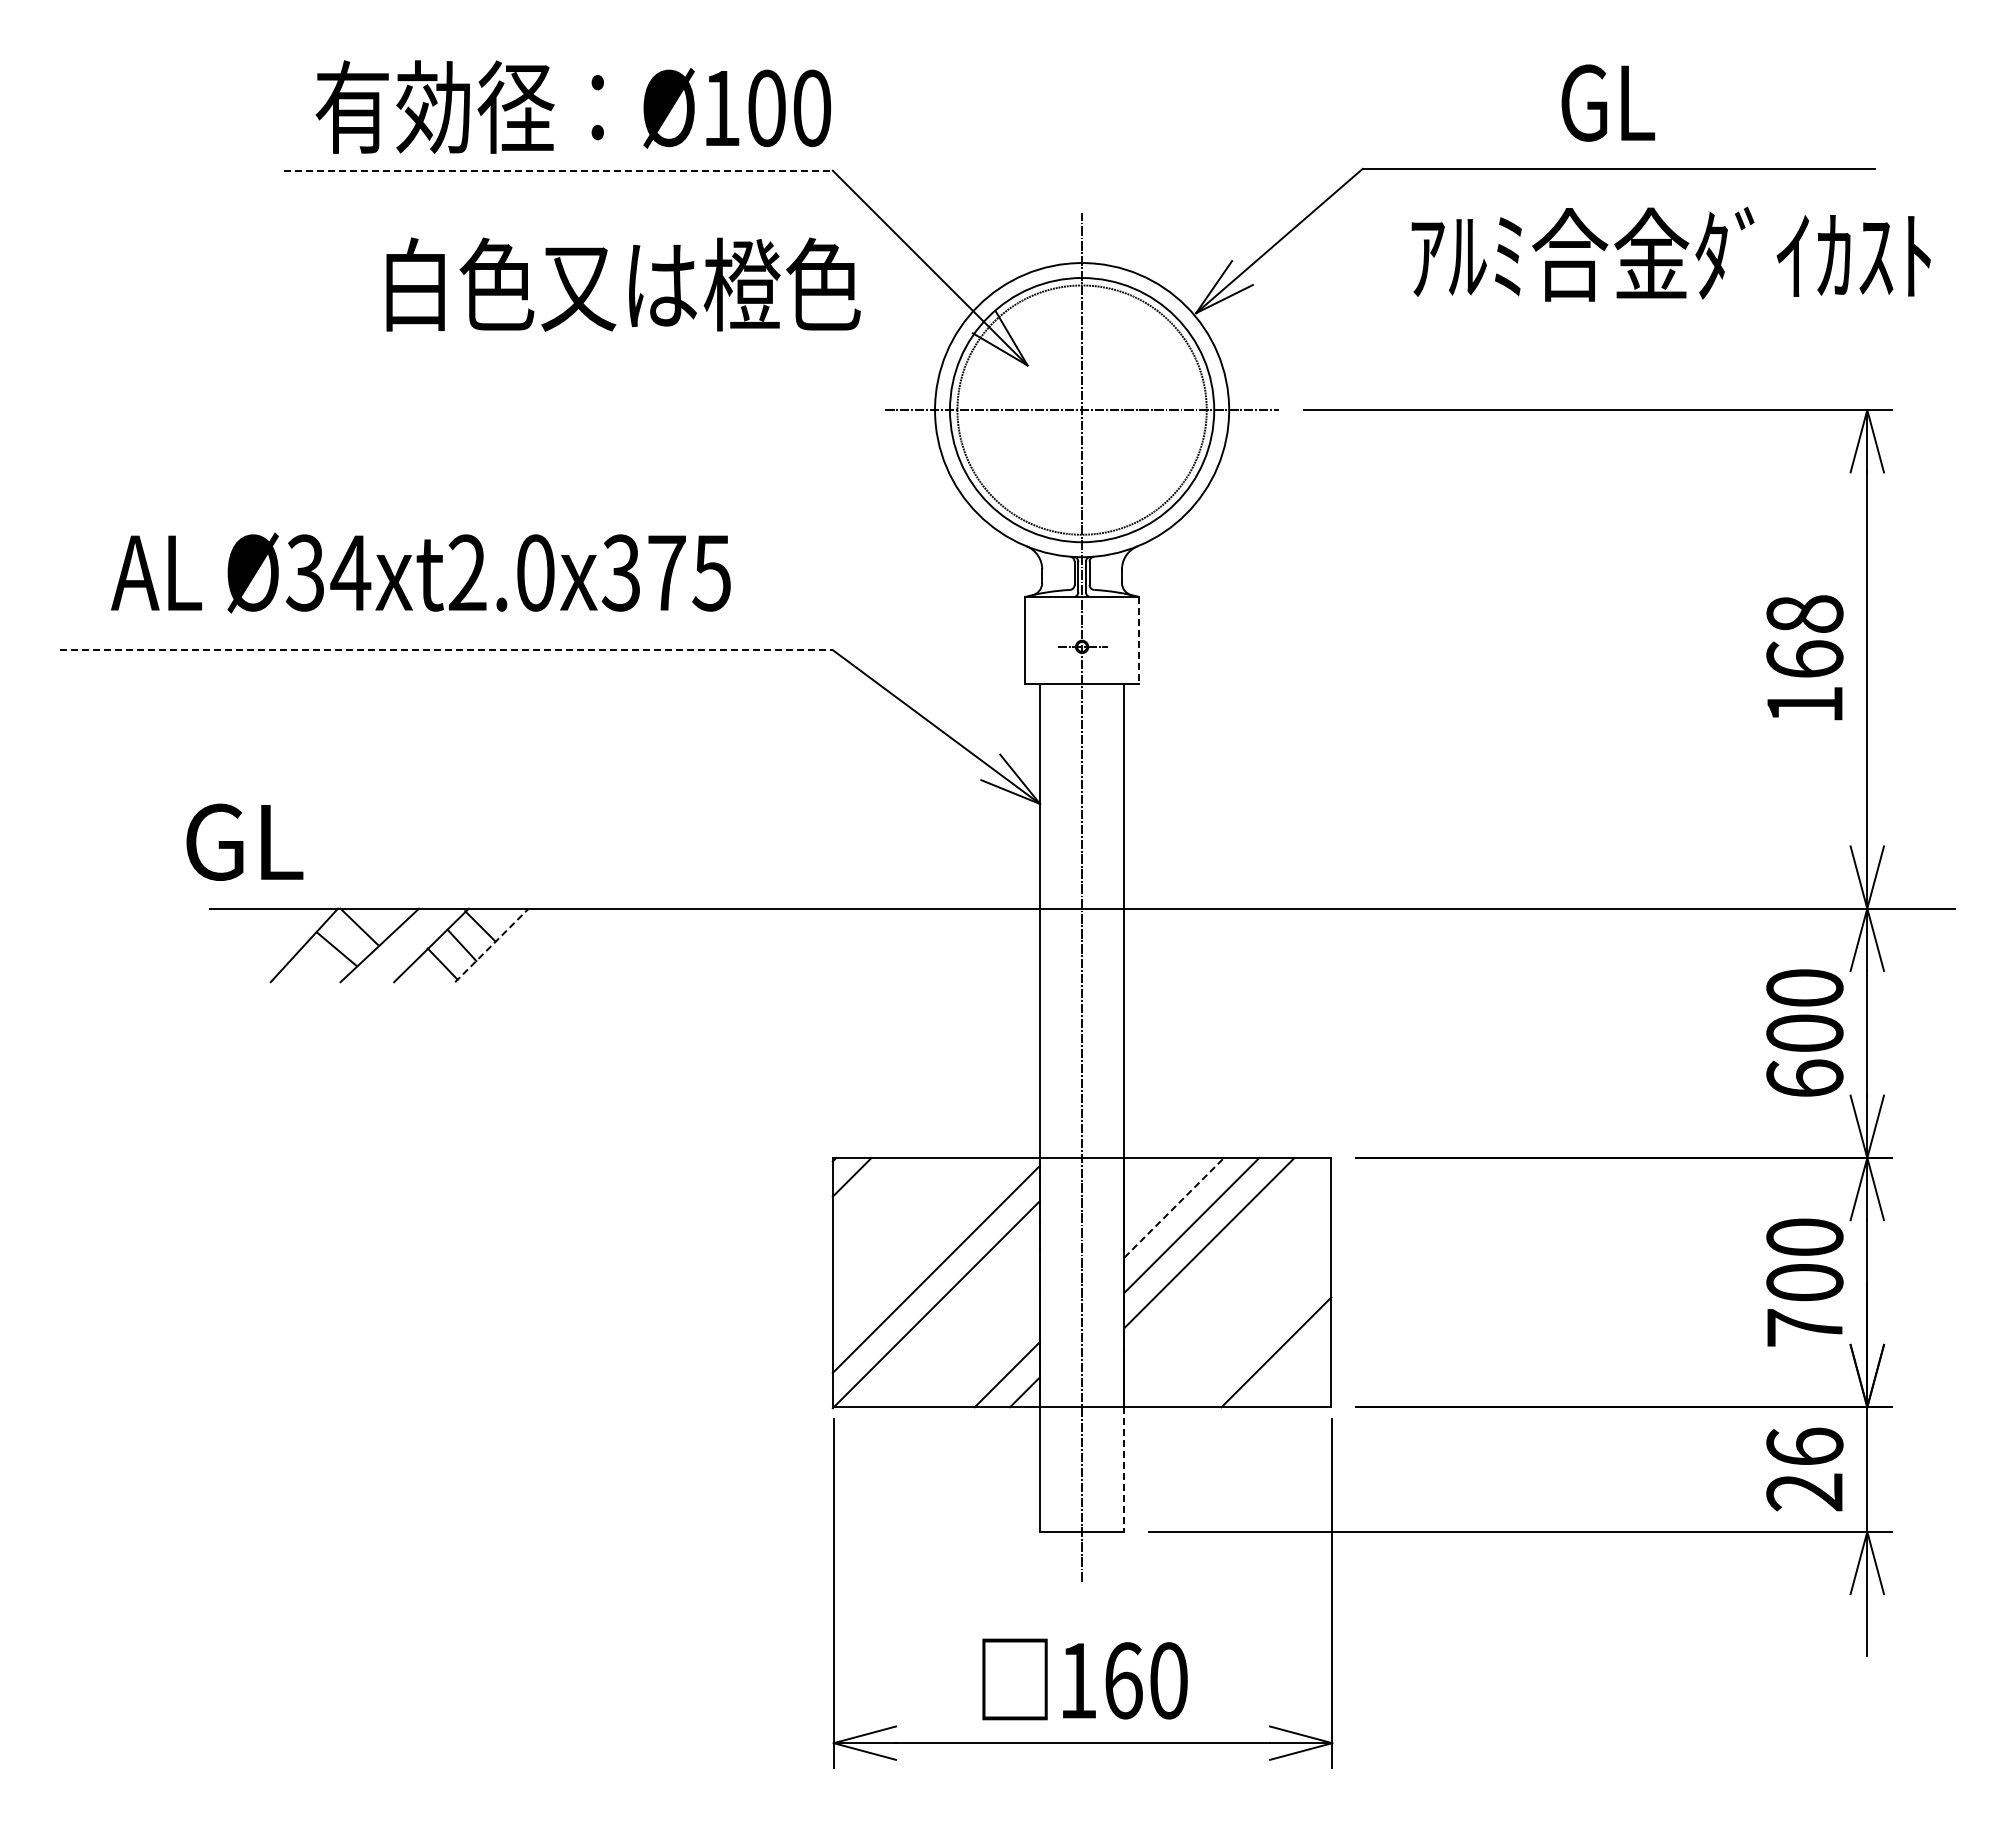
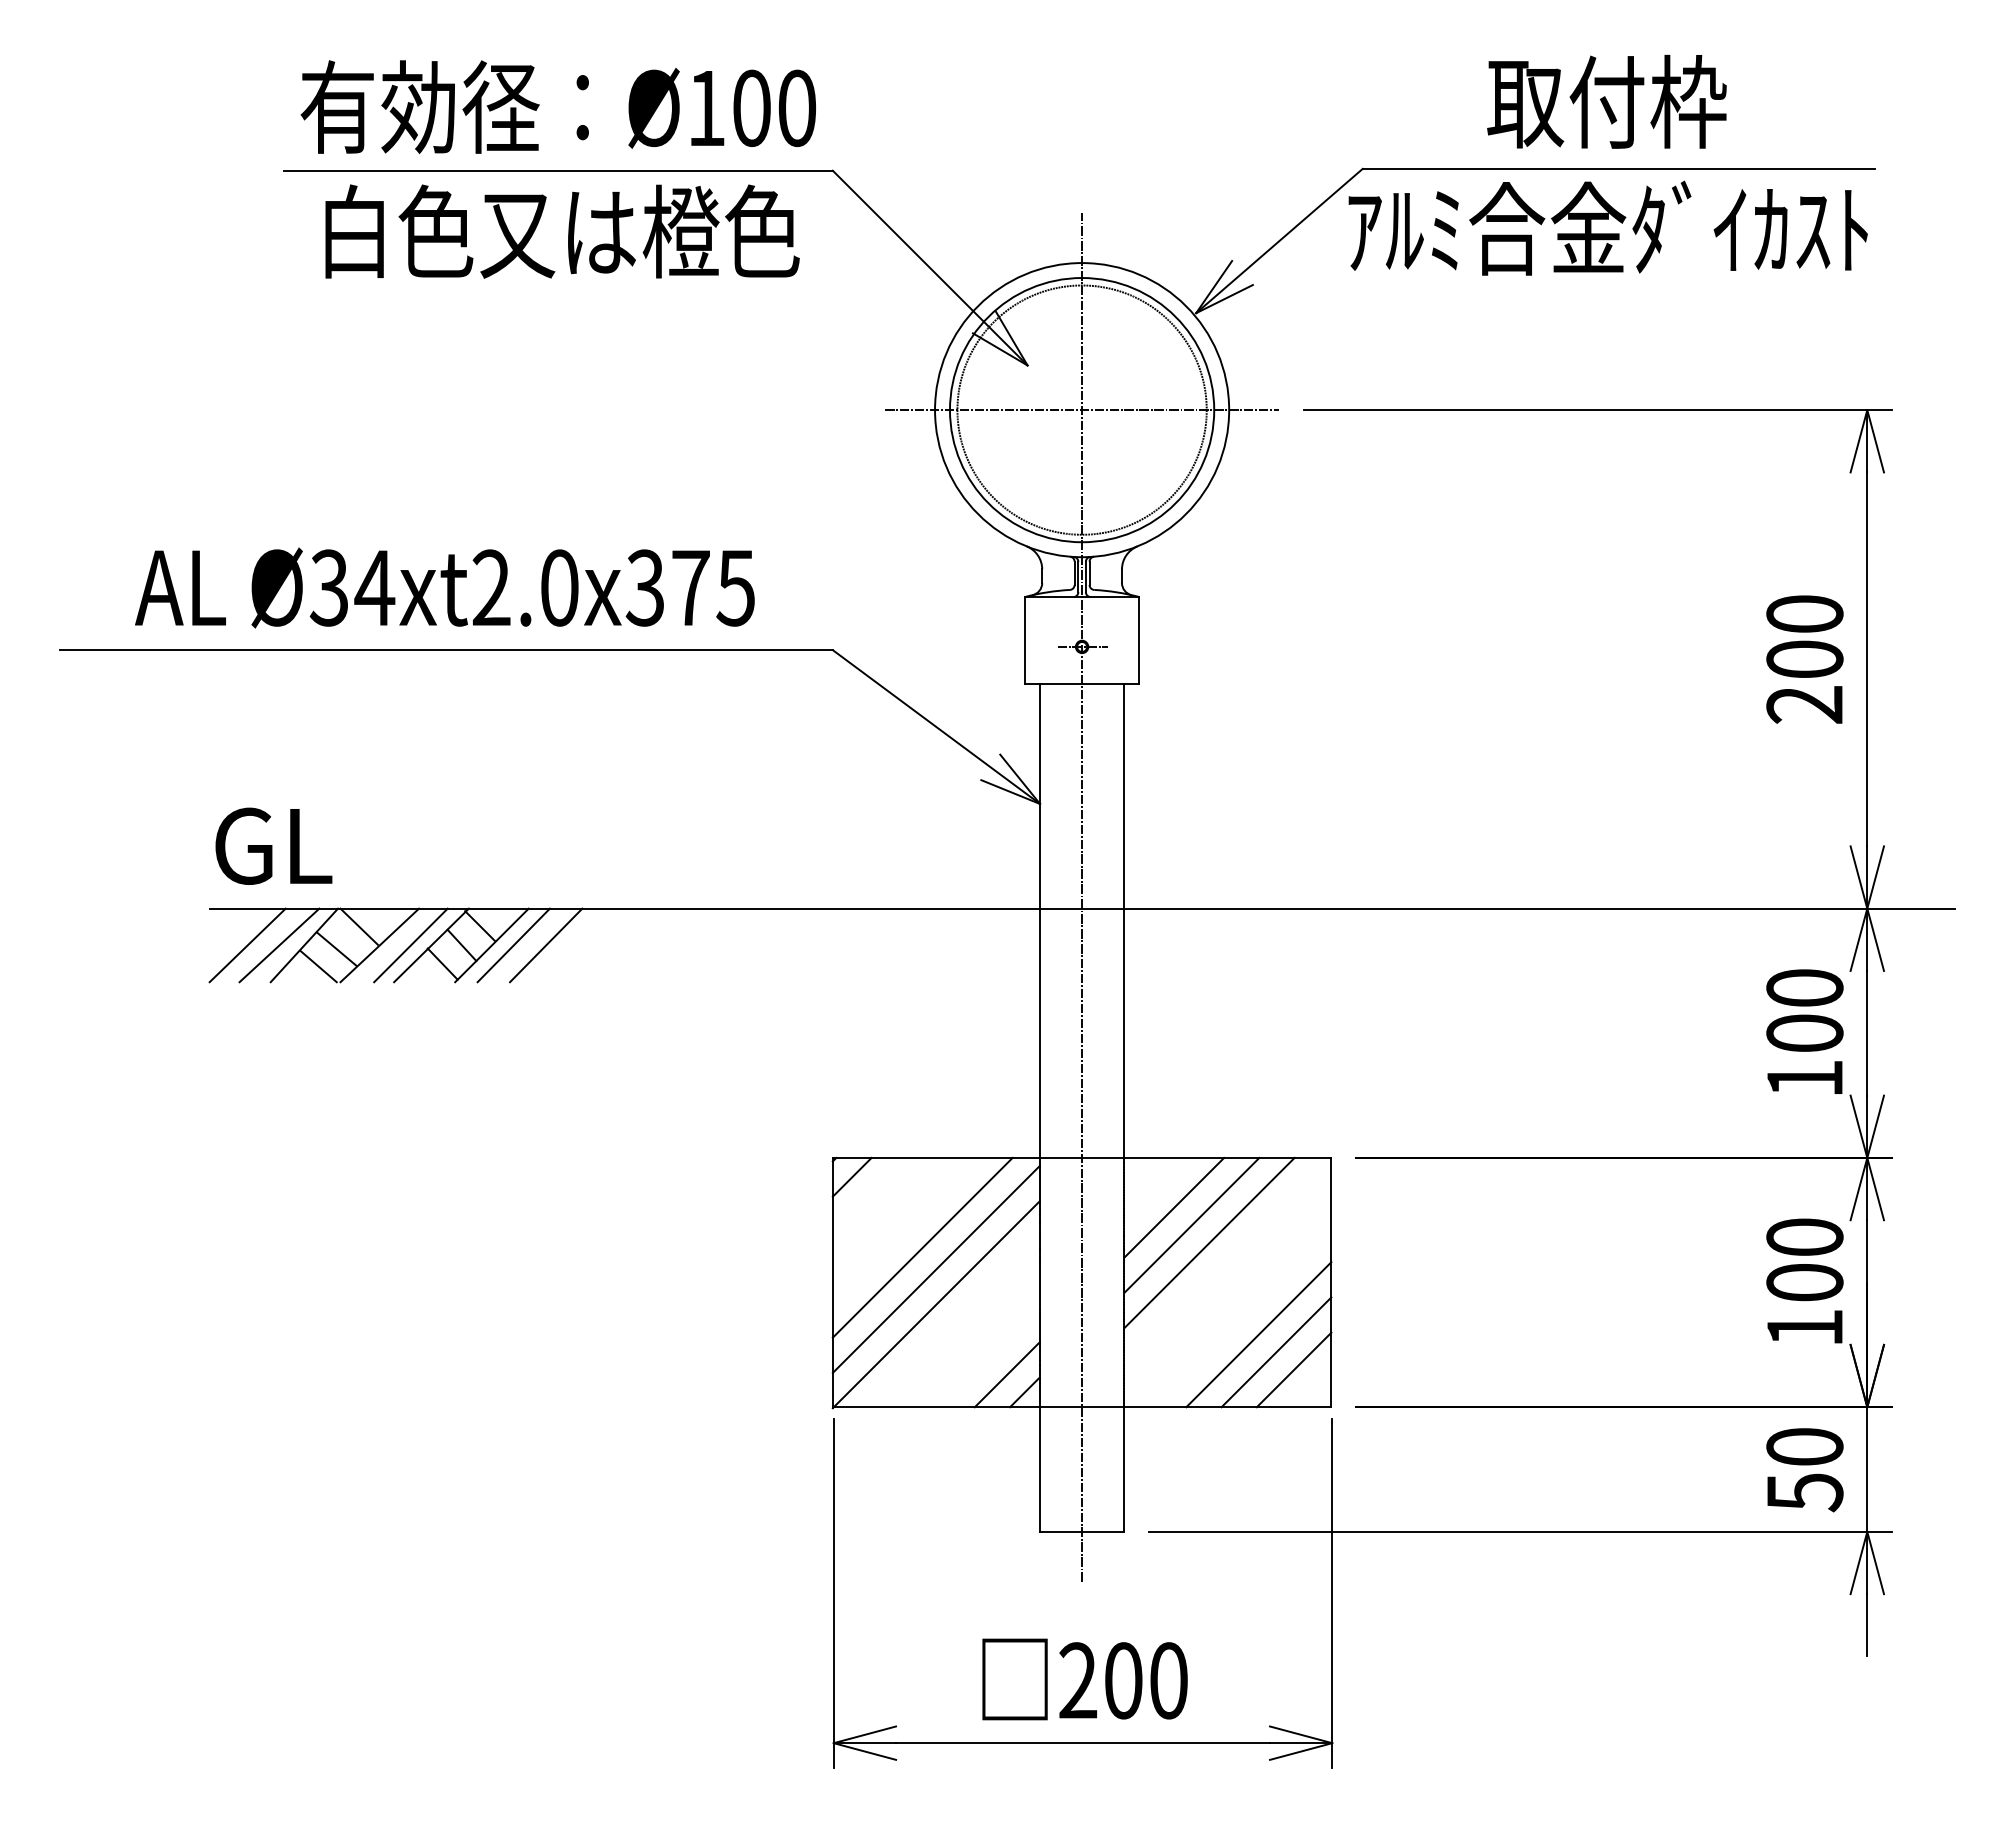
text at (1606, 101): GL -> 取付枠
text at (572, 106) position: (572, 106) -> (557, 106)
line at (559, 170): dashed -> solid
text at (1670, 253) position: (1670, 253) -> (1607, 227)
text at (623, 284) position: (623, 284) -> (562, 231)
text at (420, 572) position: (420, 572) -> (444, 587)
line at (1139, 640): dashed -> solid
line at (447, 650): dashed -> solid
text at (1804, 659): 168 -> 200
text at (244, 841) position: (244, 841) -> (273, 845)
line at (247, 945): none -> present
line at (279, 945): none -> present
line at (410, 945): none -> present
line at (491, 945): dashed -> solid
line at (513, 945): none -> present
line at (546, 945): none -> present
line at (318, 966): none -> present
text at (1804, 1077): 600 -> 100
line at (1174, 1207): dashed -> solid
line at (922, 1247): none -> present
text at (1804, 1327): 700 -> 100
line at (1258, 1334): none -> present
line at (1293, 1369): none -> present
text at (1804, 1469): 26 -> 50
line at (1124, 1470): dashed -> solid
text at (1100, 1680): 160 -> 200
